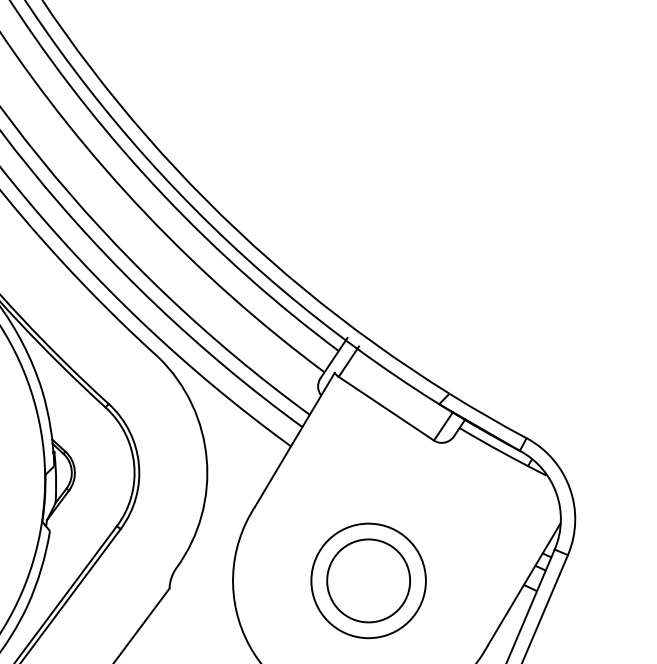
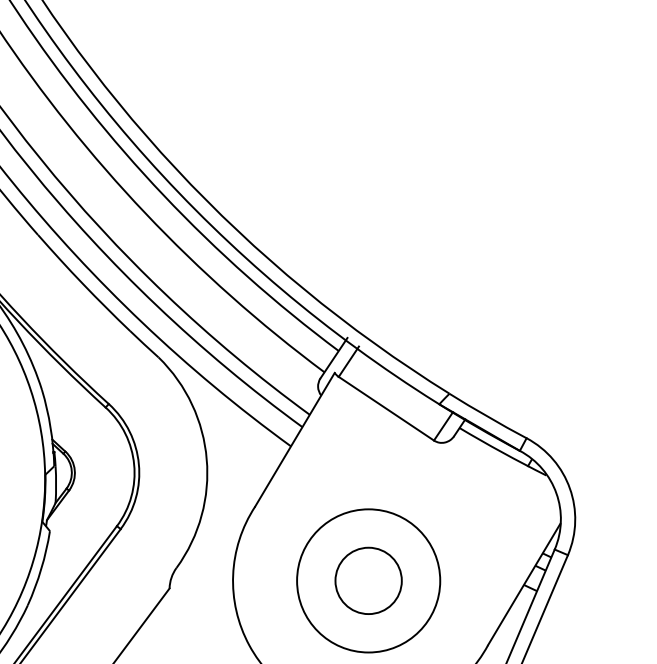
circle at (368, 580) diameter: 115 px -> 143 px
circle at (368, 580) diameter: 83 px -> 66 px
